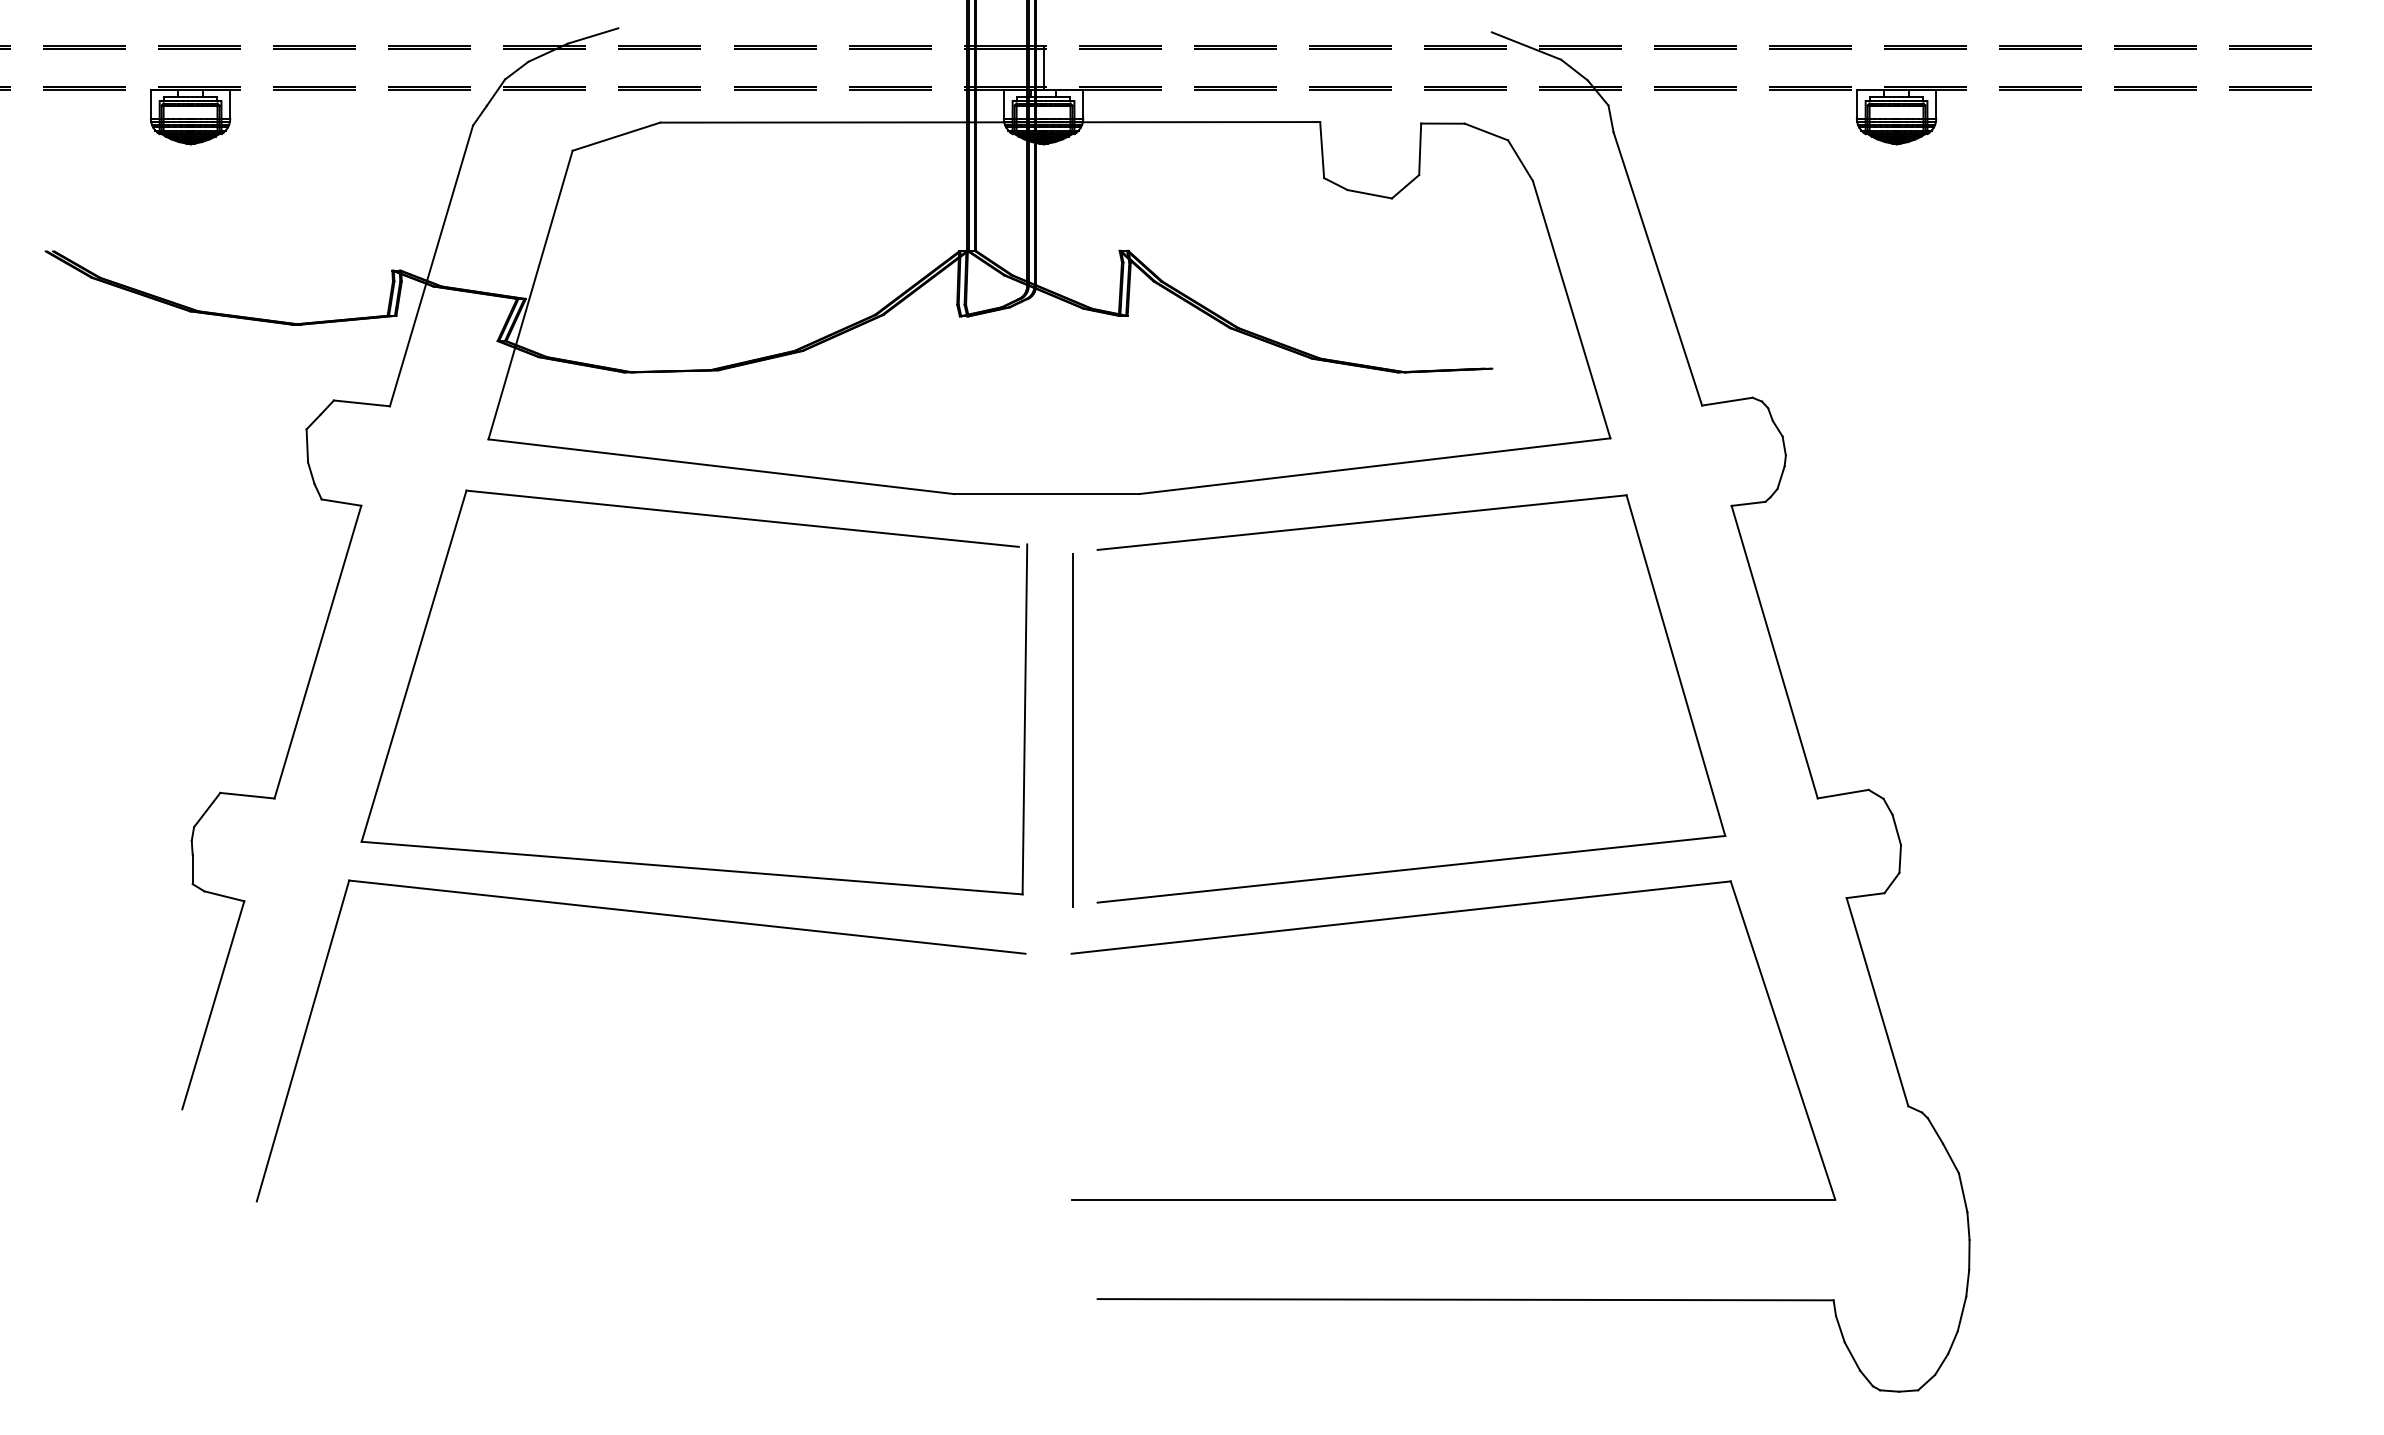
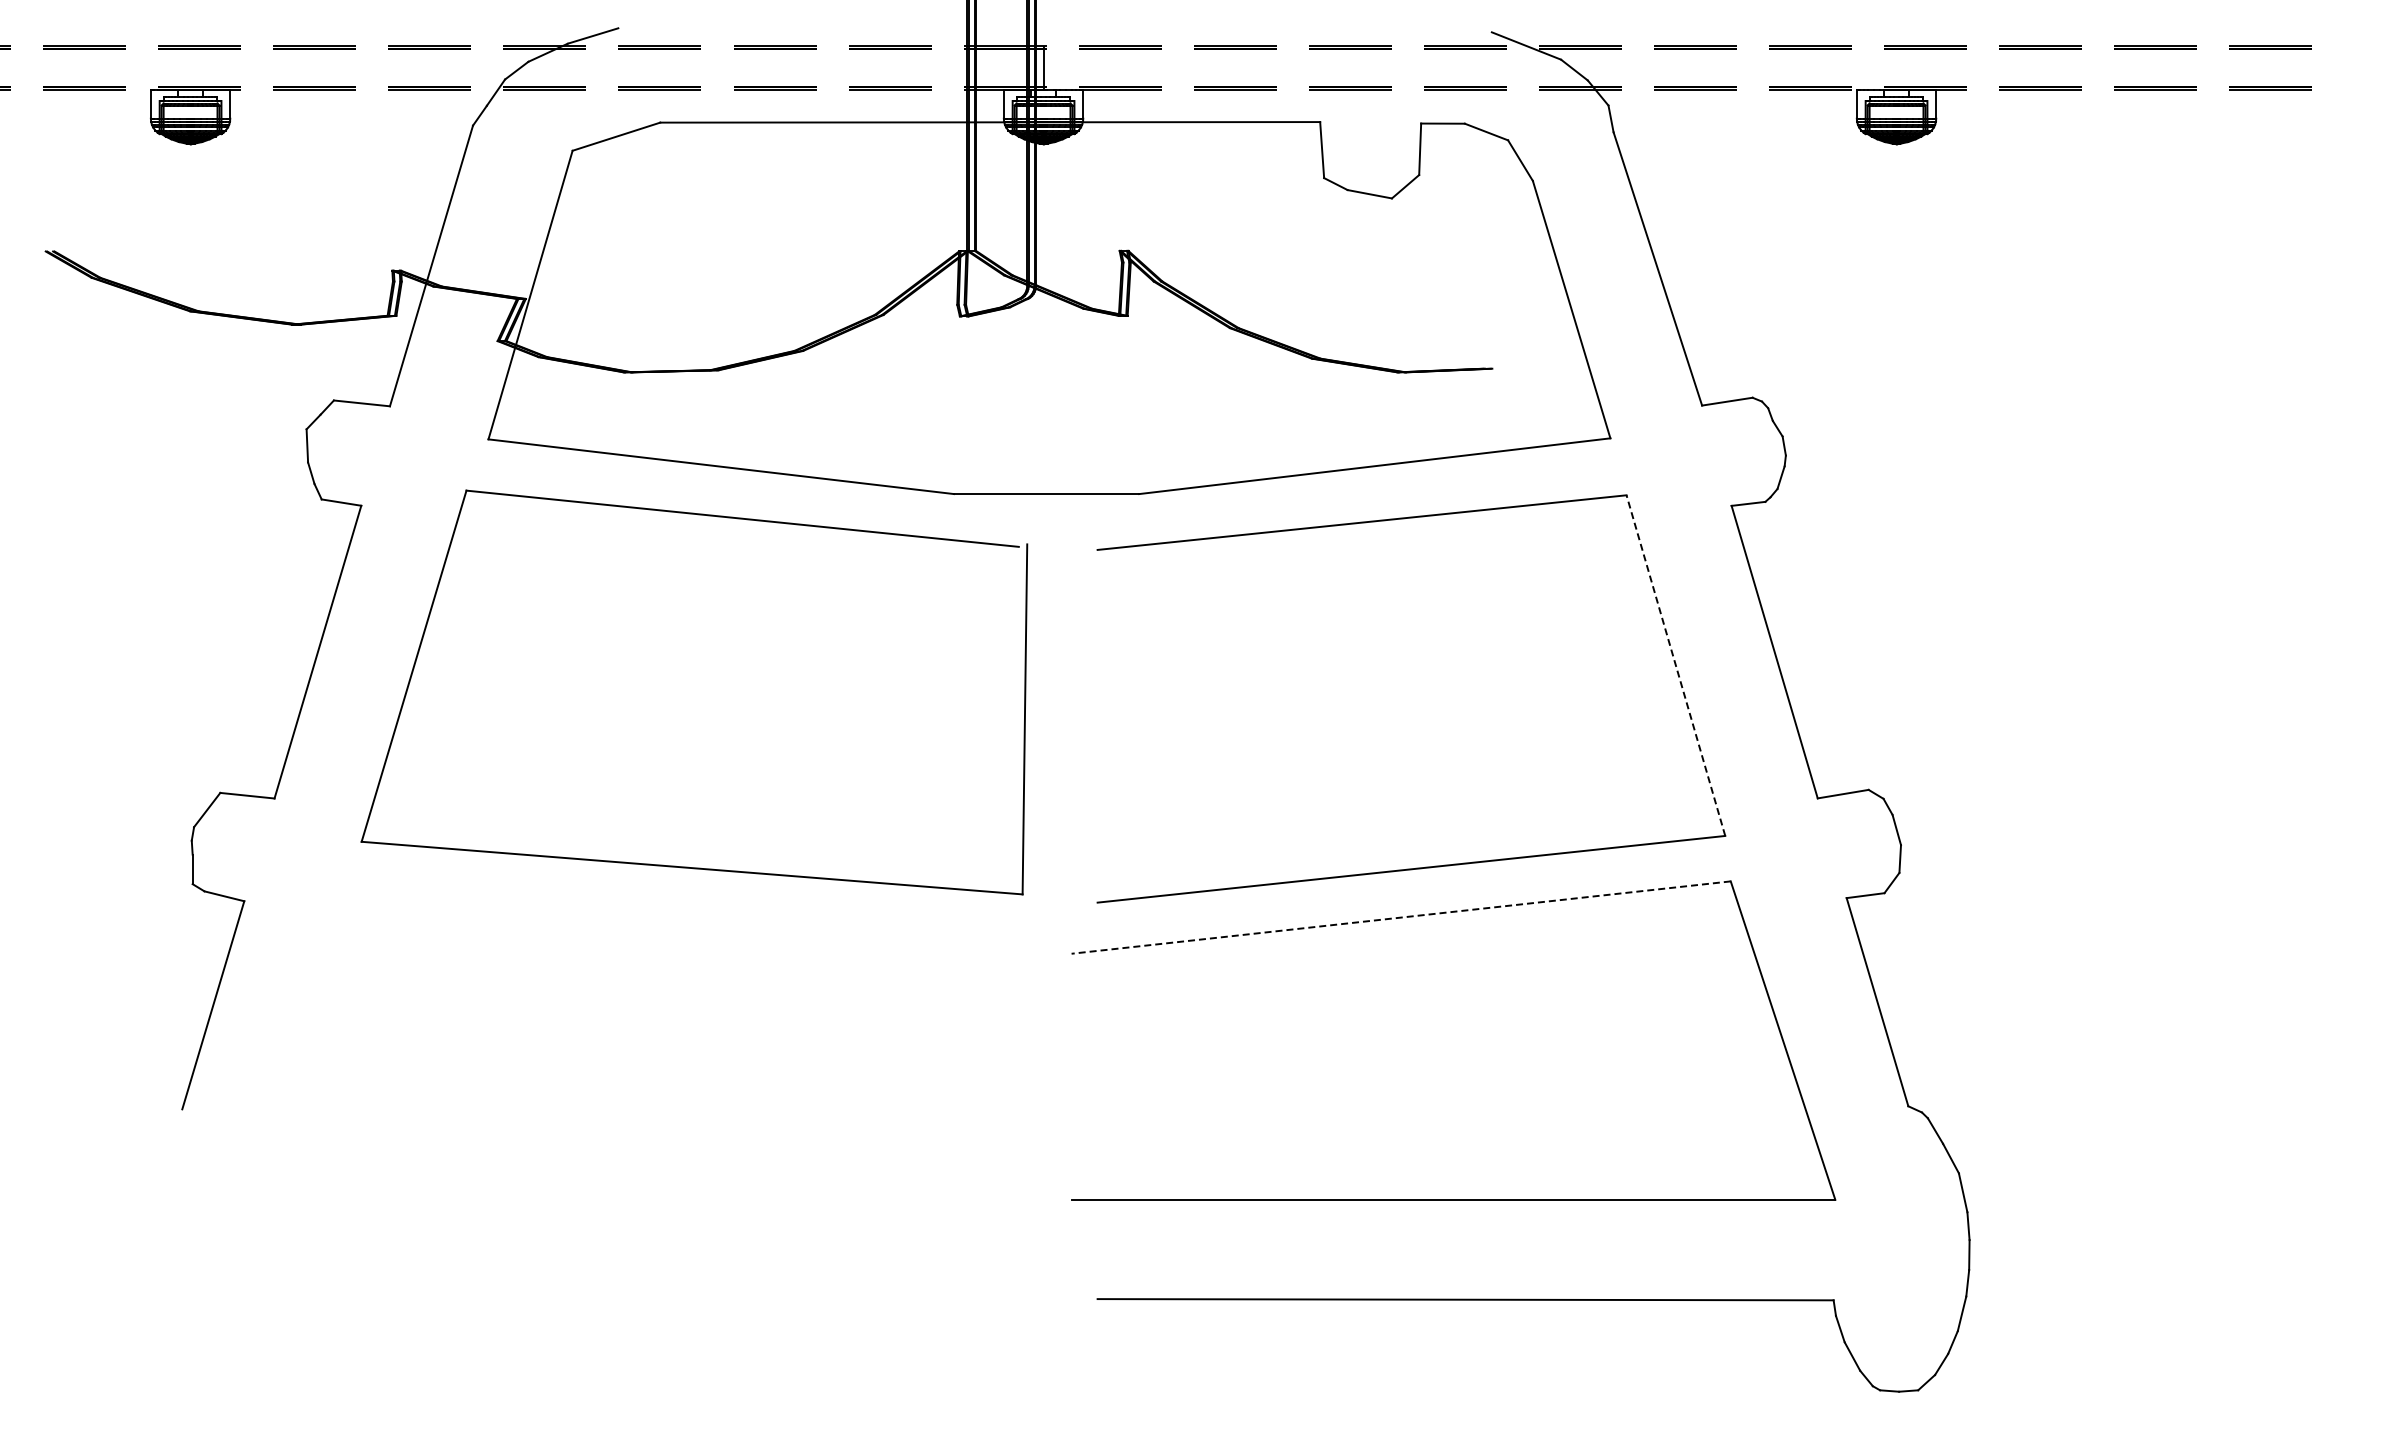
line at (1675, 665): solid -> dashed
line at (1072, 730): present -> none
part at (650, 914): present -> none
line at (1401, 917): solid -> dashed
